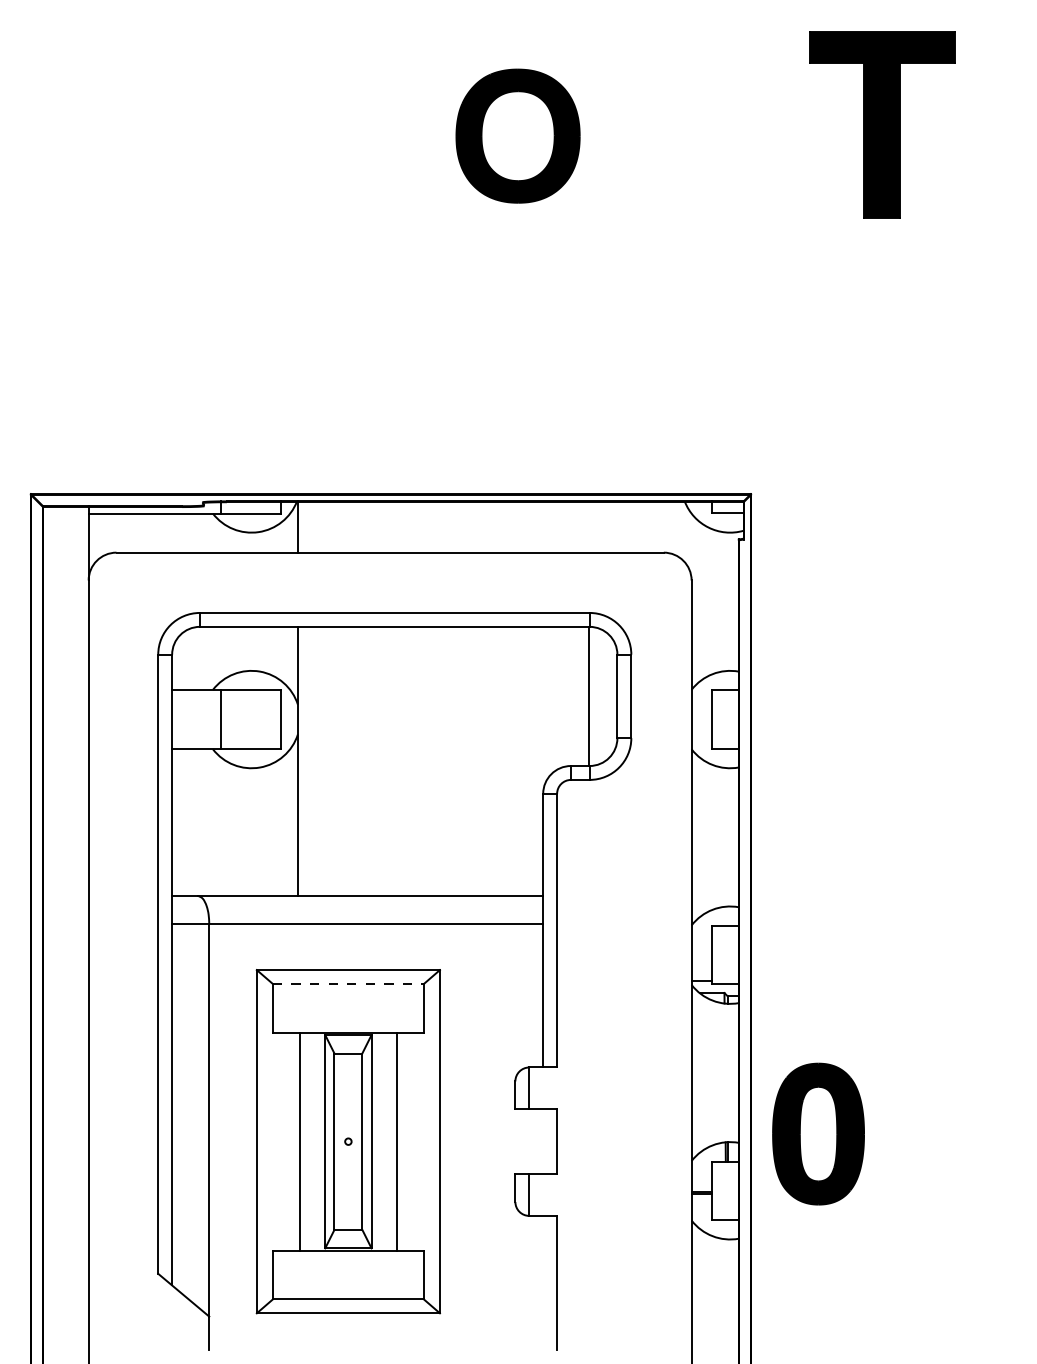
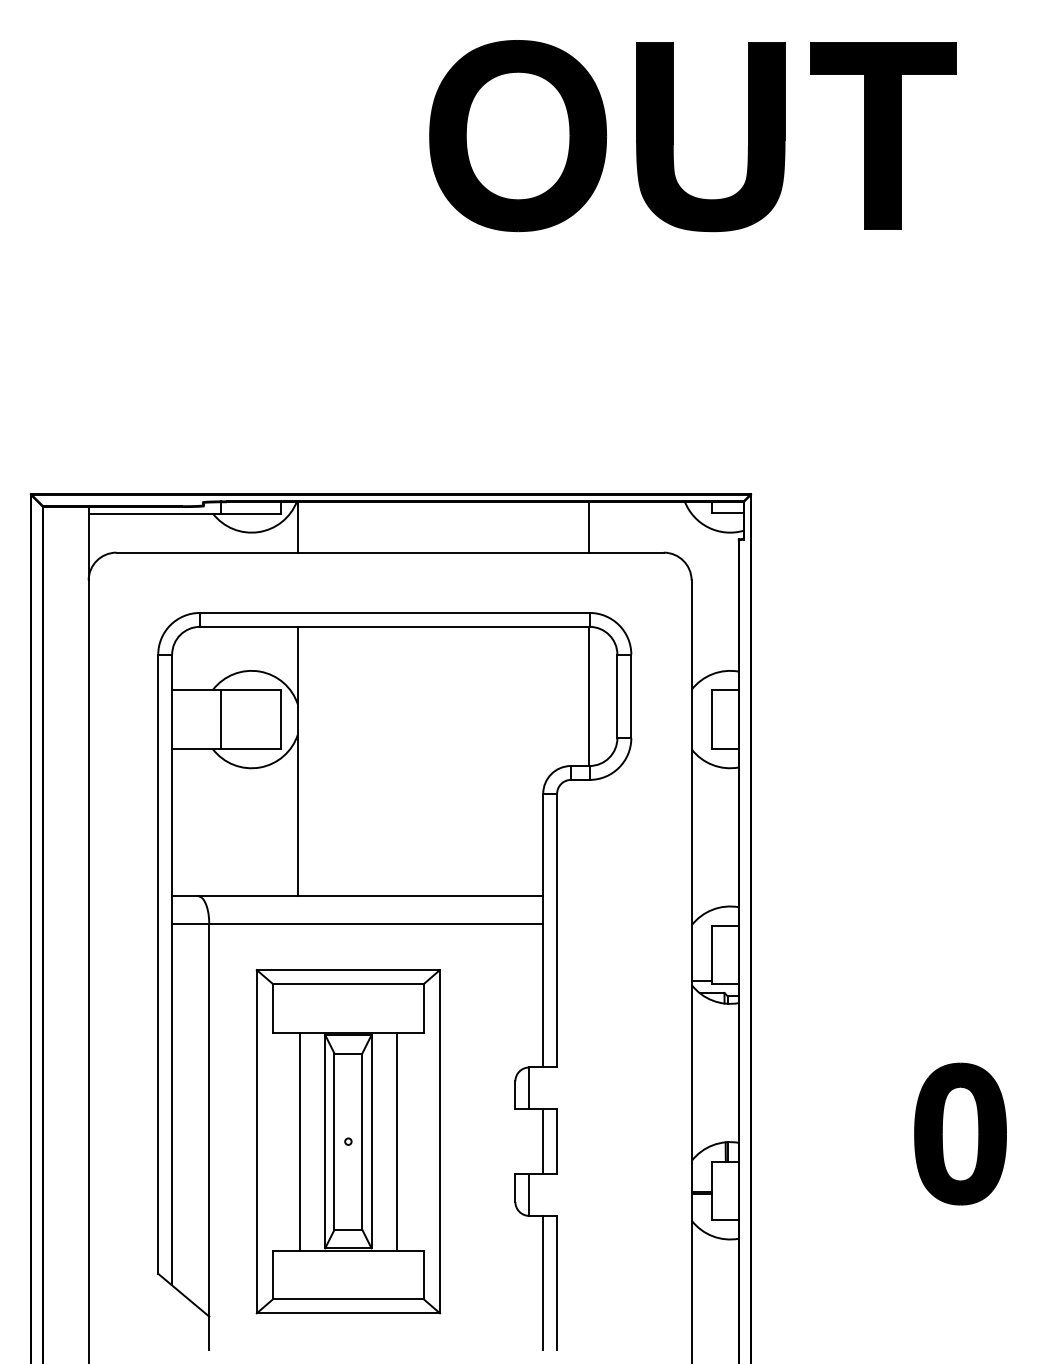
part at (882, 124) position: (882, 124) -> (883, 135)
part at (517, 135) size: 126x136 px -> 178x193 px
part at (673, 137): none -> present
line at (589, 526): none -> present
line at (348, 984): dashed -> solid
part at (818, 1133) position: (818, 1133) -> (960, 1133)
line at (543, 1141): none -> present
line at (543, 1282): none -> present
